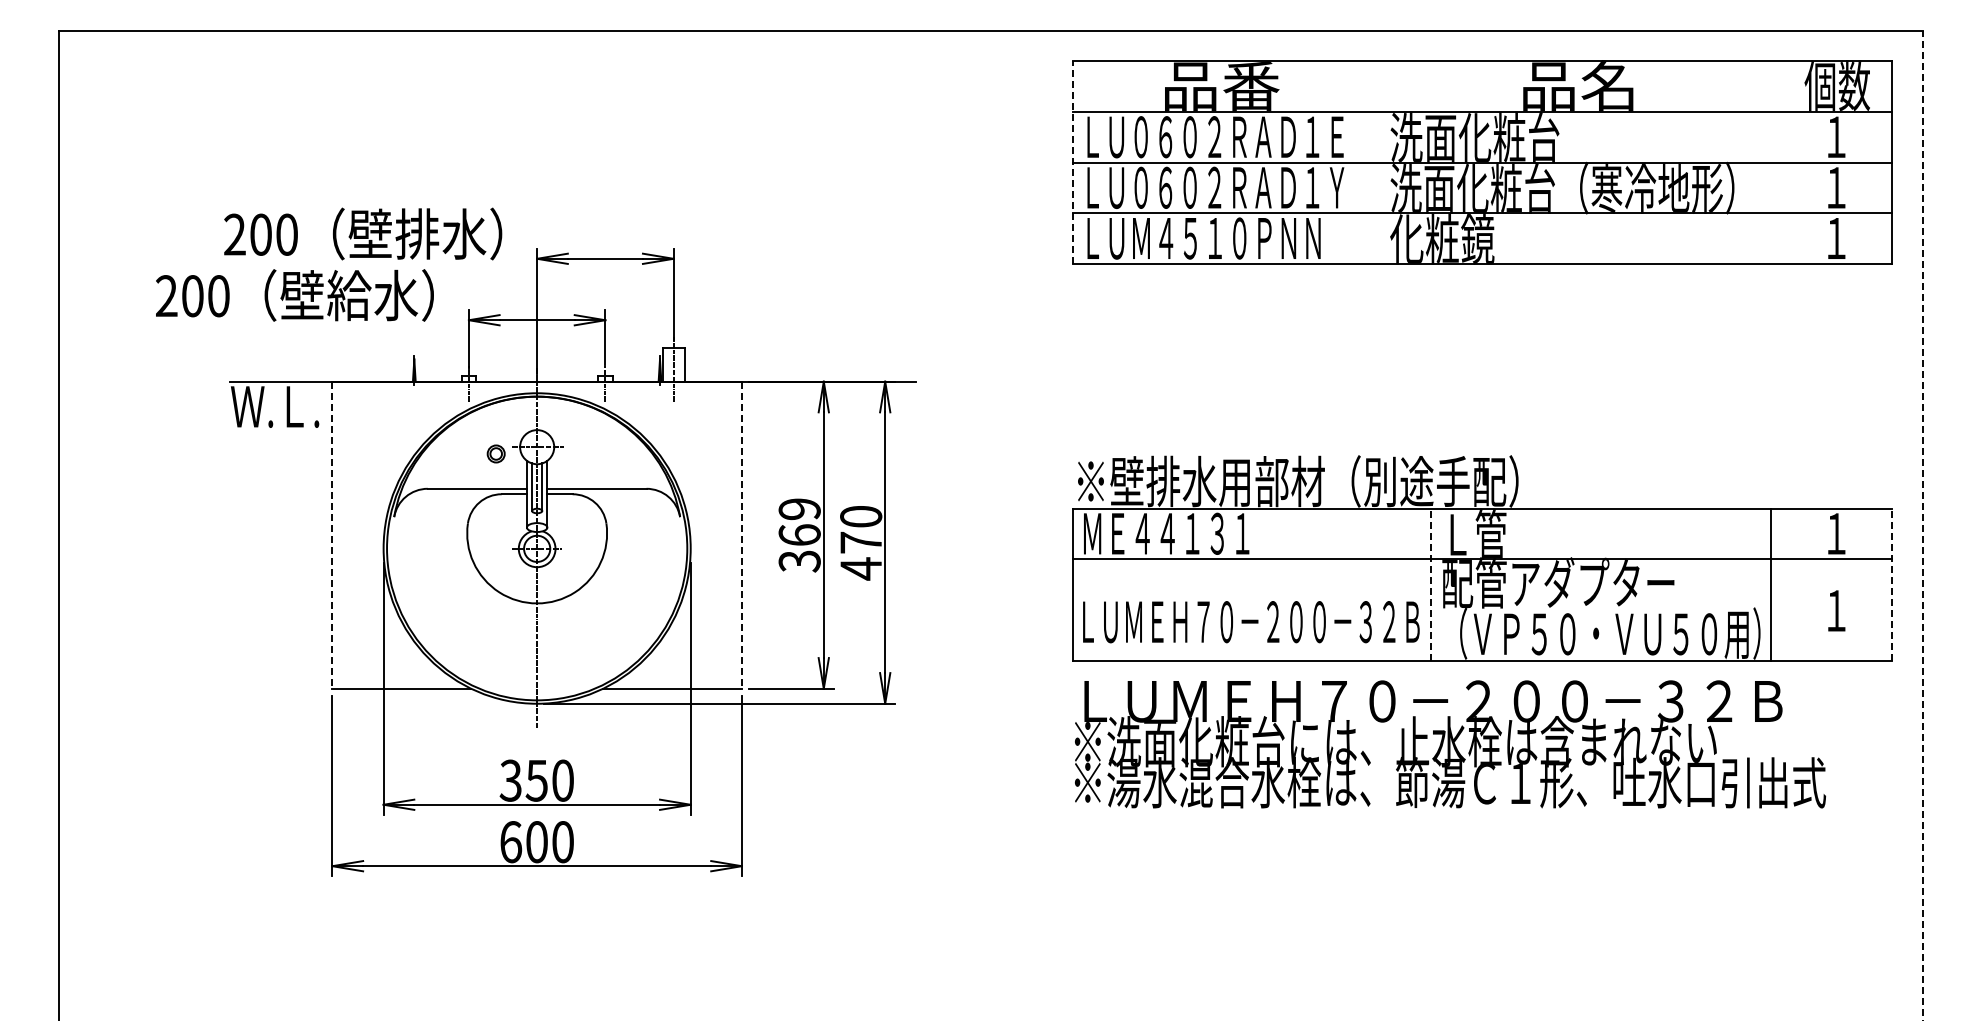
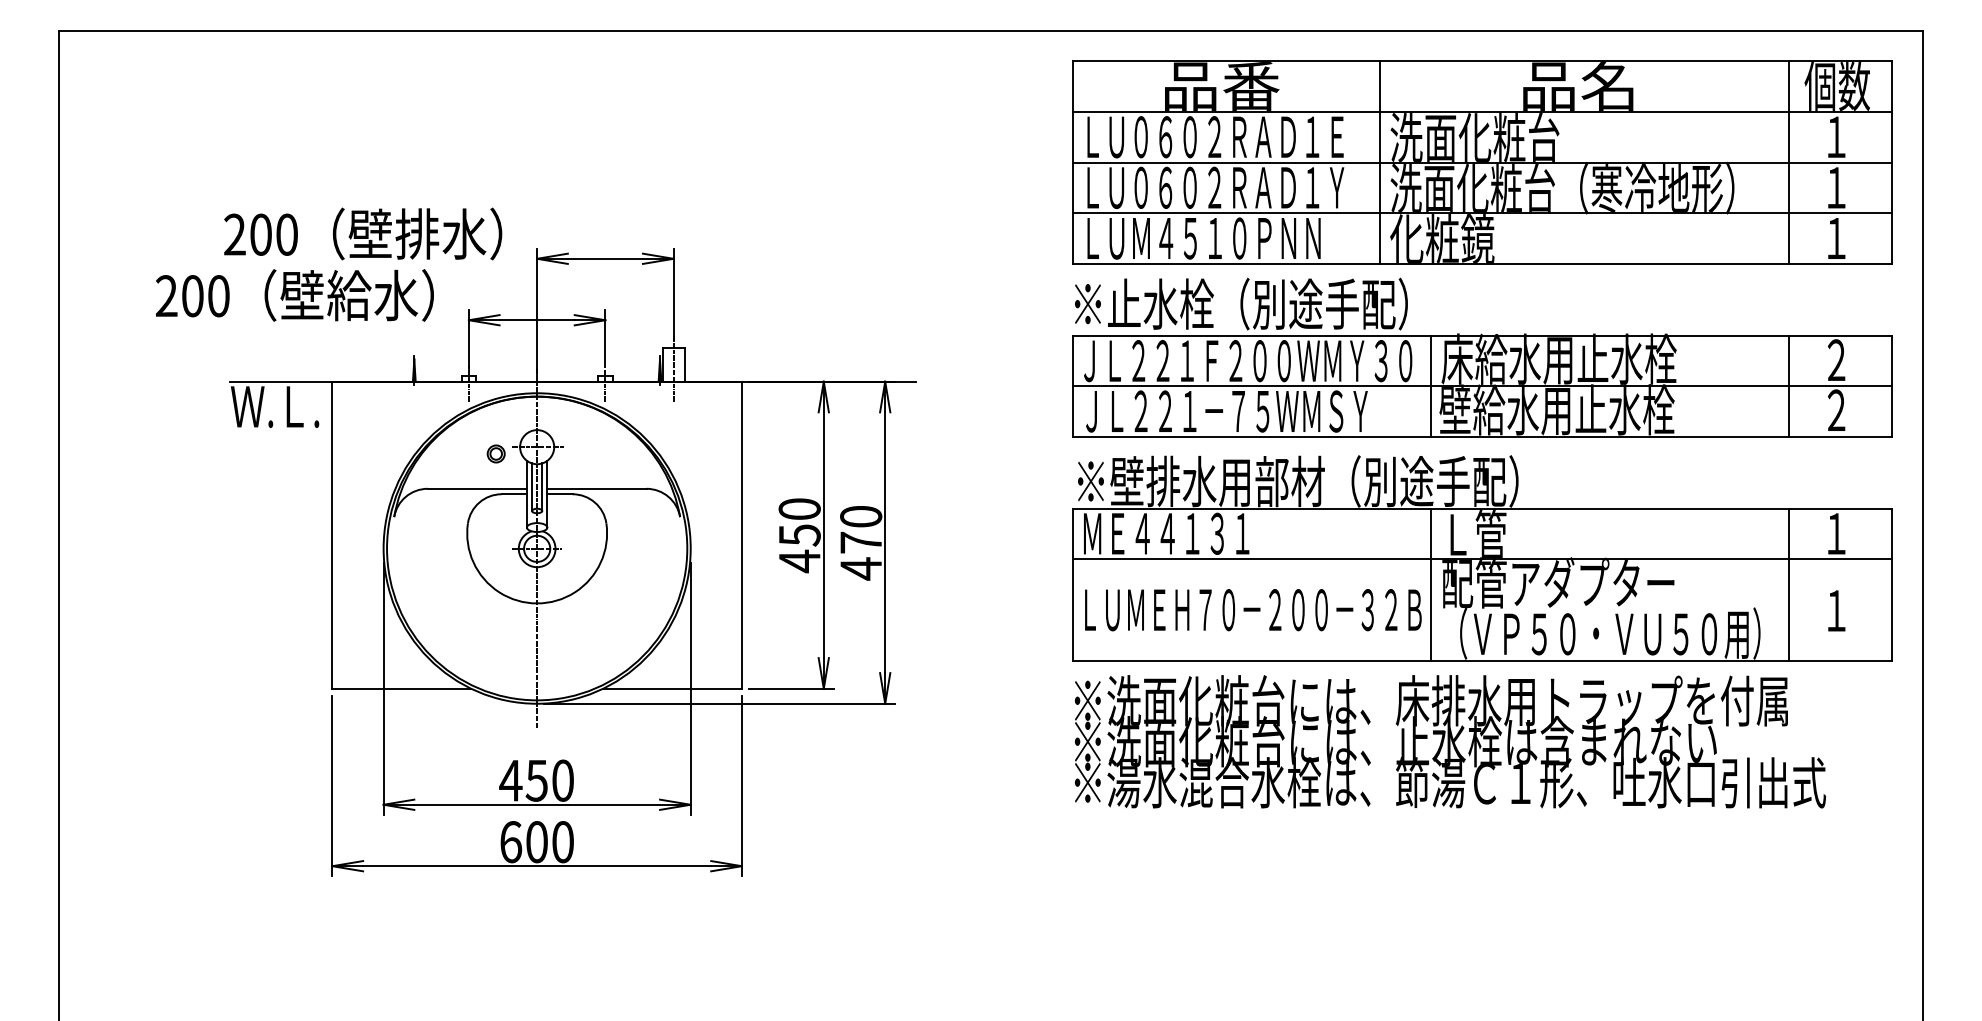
line at (1072, 162): dashed -> solid
line at (1379, 162): none -> present
line at (1789, 162): none -> present
part at (1482, 357): none -> present
line at (1922, 525): dashed -> solid
line at (332, 535): dashed -> solid
line at (741, 535): dashed -> solid
text at (799, 535): 369 -> 450
line at (1431, 584): dashed -> solid
line at (1771, 584) position: (1771, 584) -> (1789, 584)
line at (1891, 584): dashed -> solid
text at (1251, 622) position: (1251, 622) -> (1253, 610)
text at (1430, 700): ＬＵＭＥＨ７０－２００－３２Ｂ -> ※洗面化粧台には、床排水用トラップを付属
text at (510, 780): 350 -> 450
